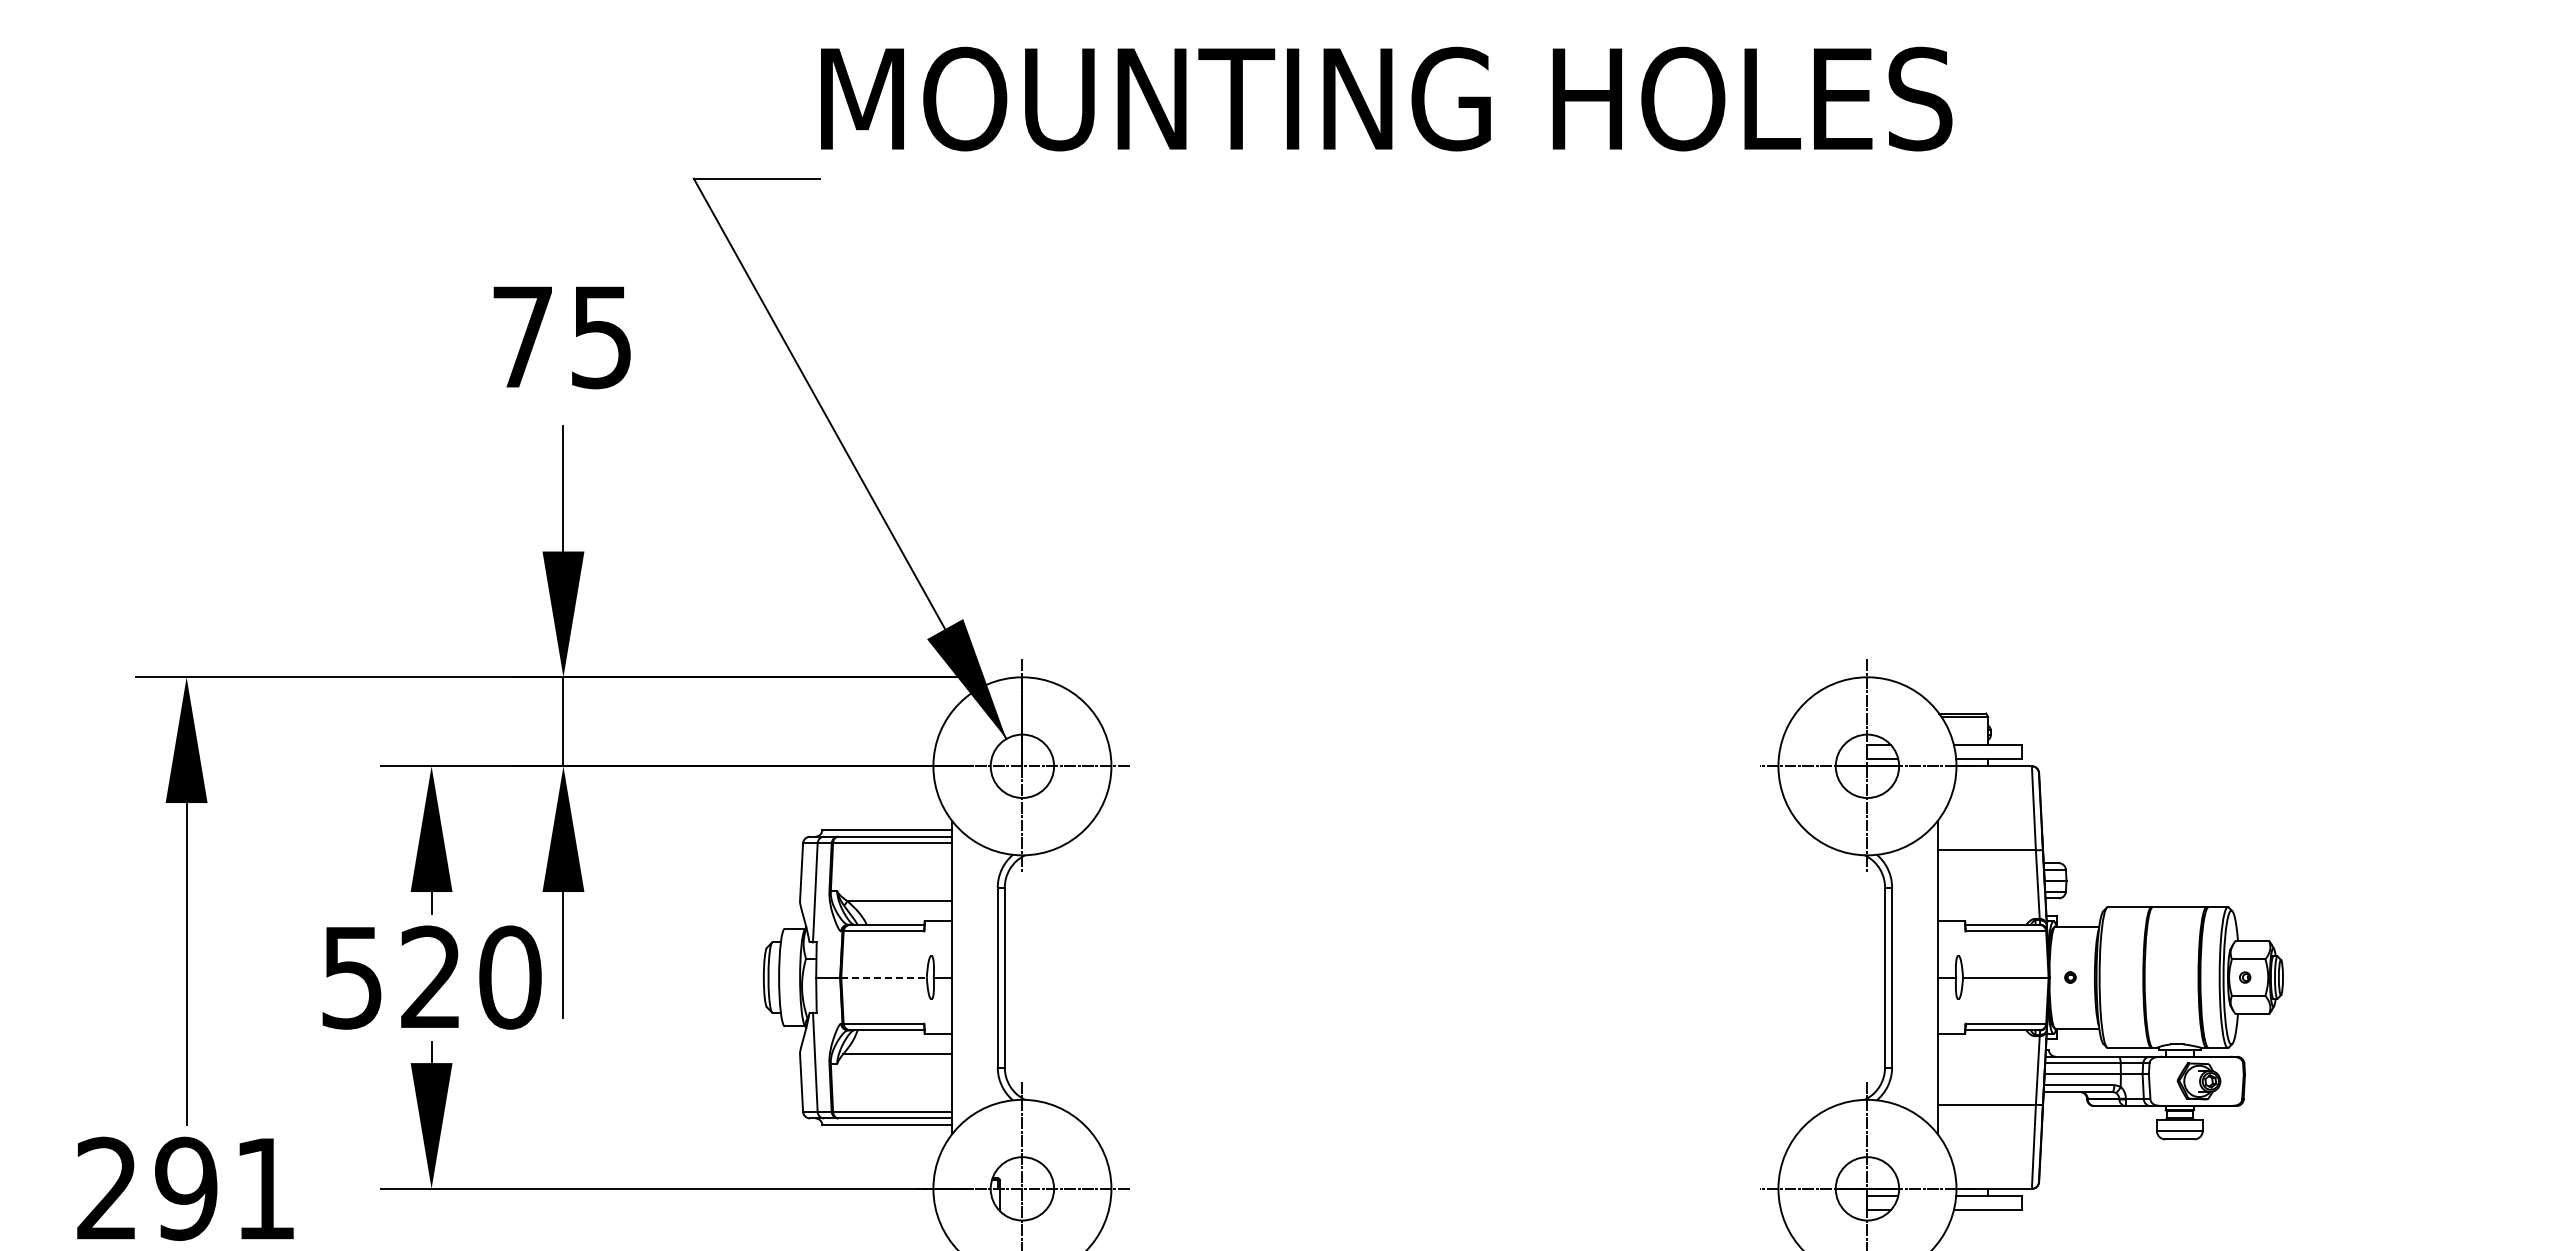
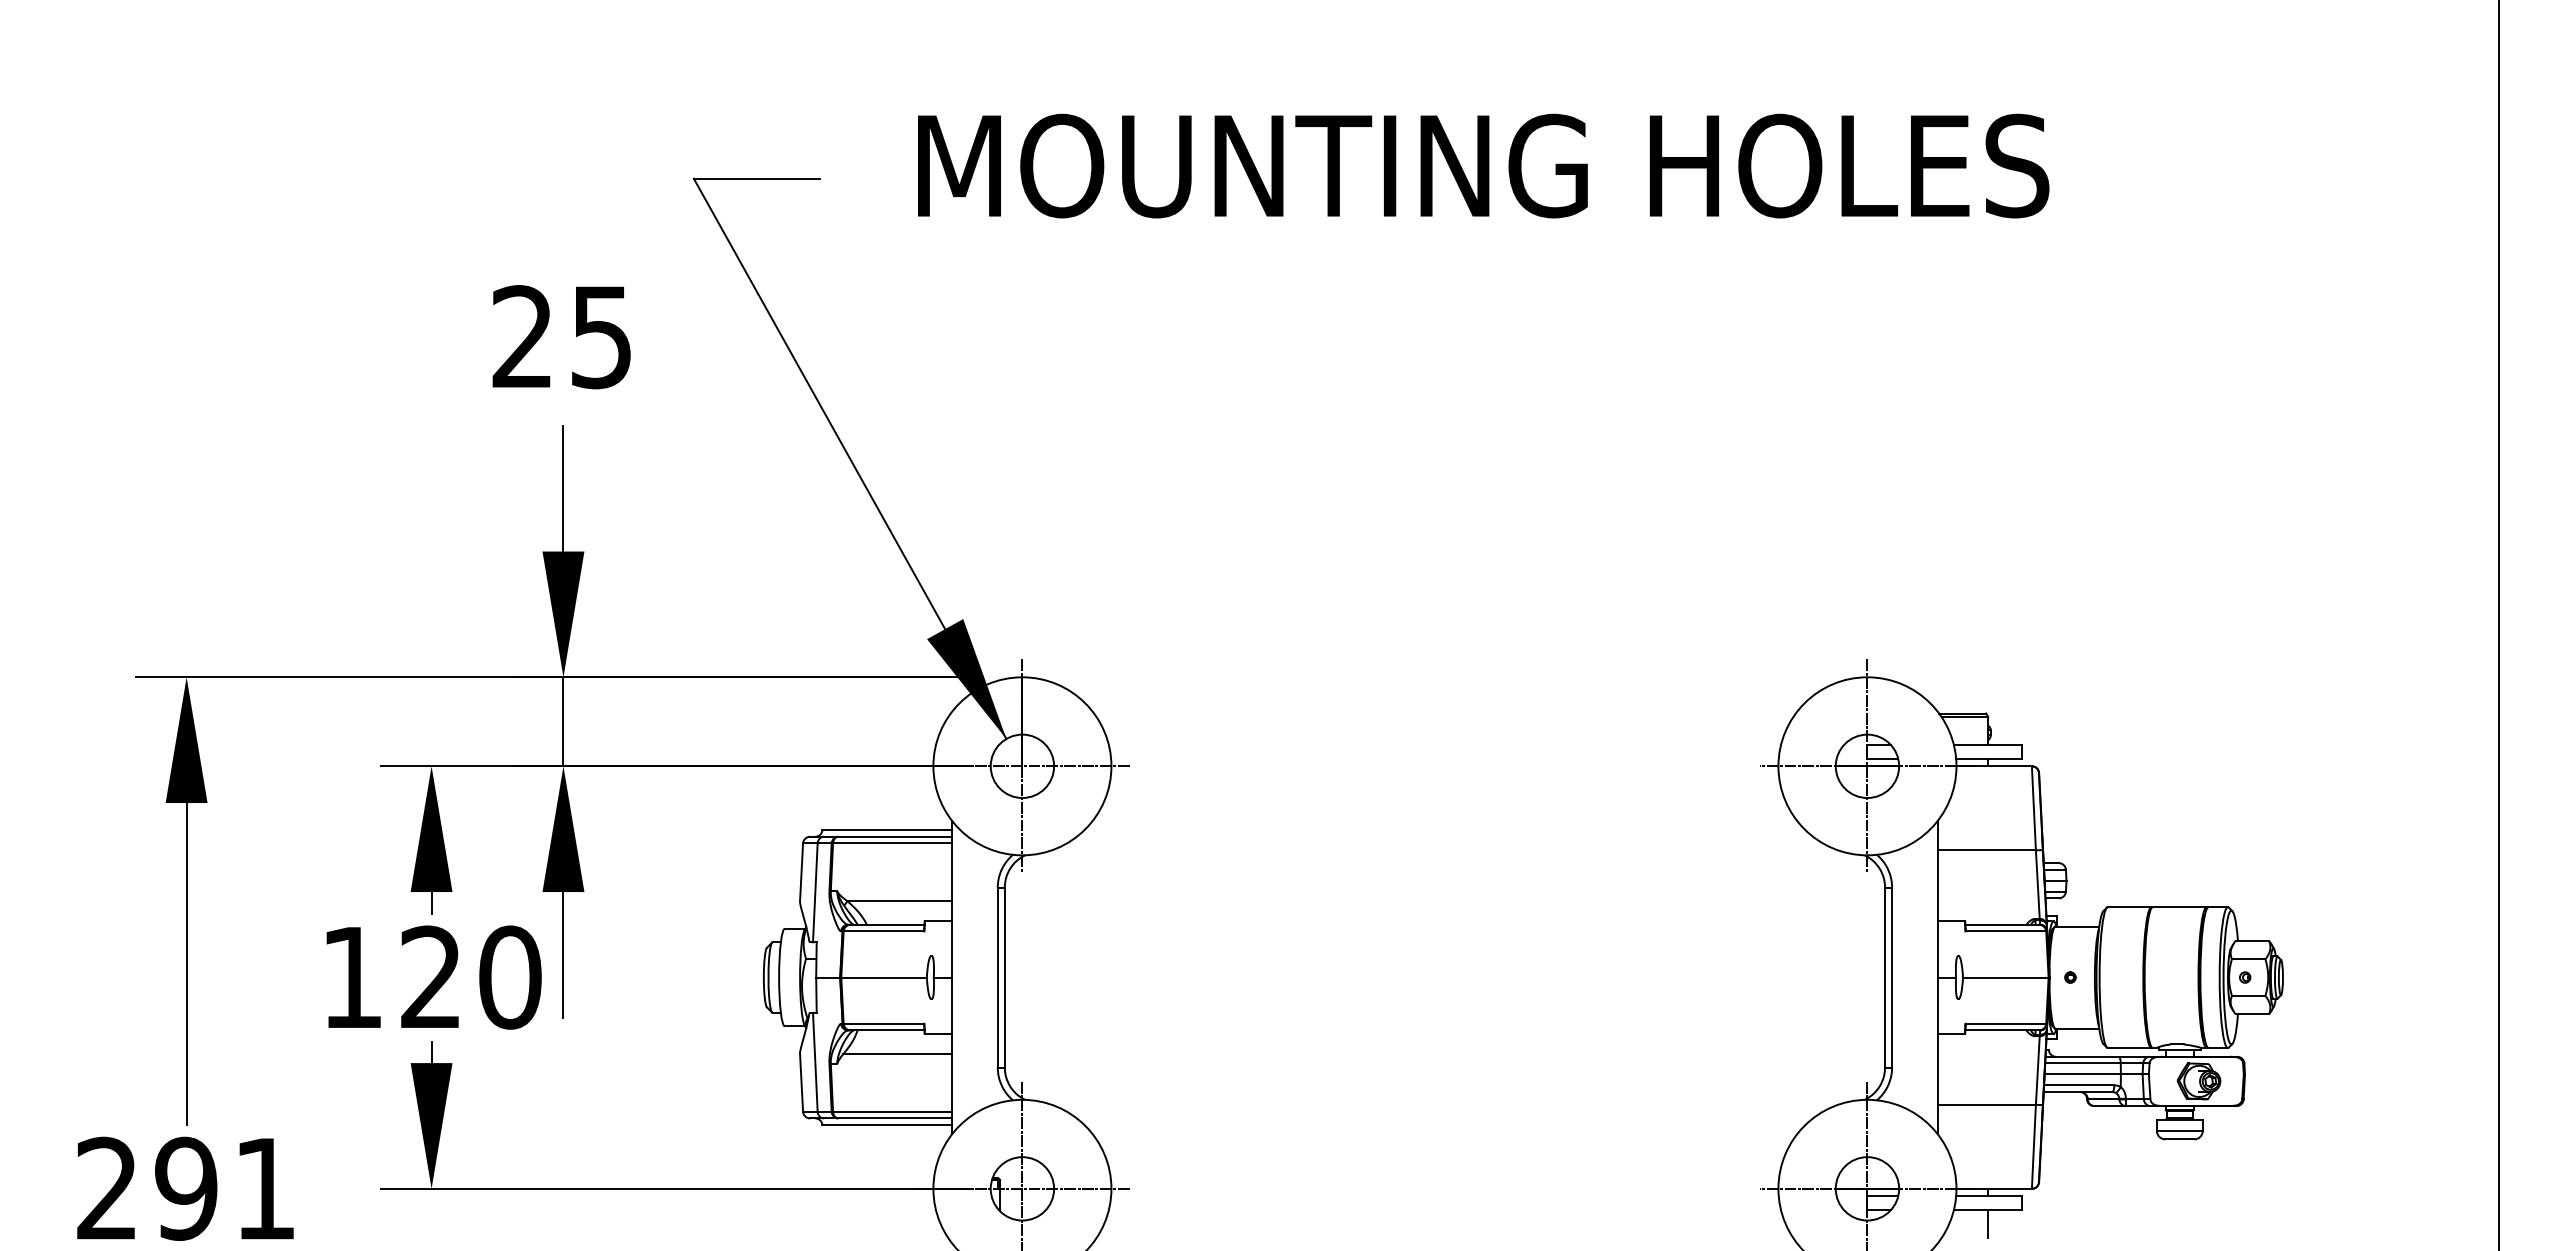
text at (1386, 98) position: (1386, 98) -> (1483, 165)
text at (521, 336): 75 -> 25
line at (2498, 624): none -> present
line at (884, 977): dashed -> solid
text at (351, 978): 520 -> 120
line at (1988, 1223): none -> present
